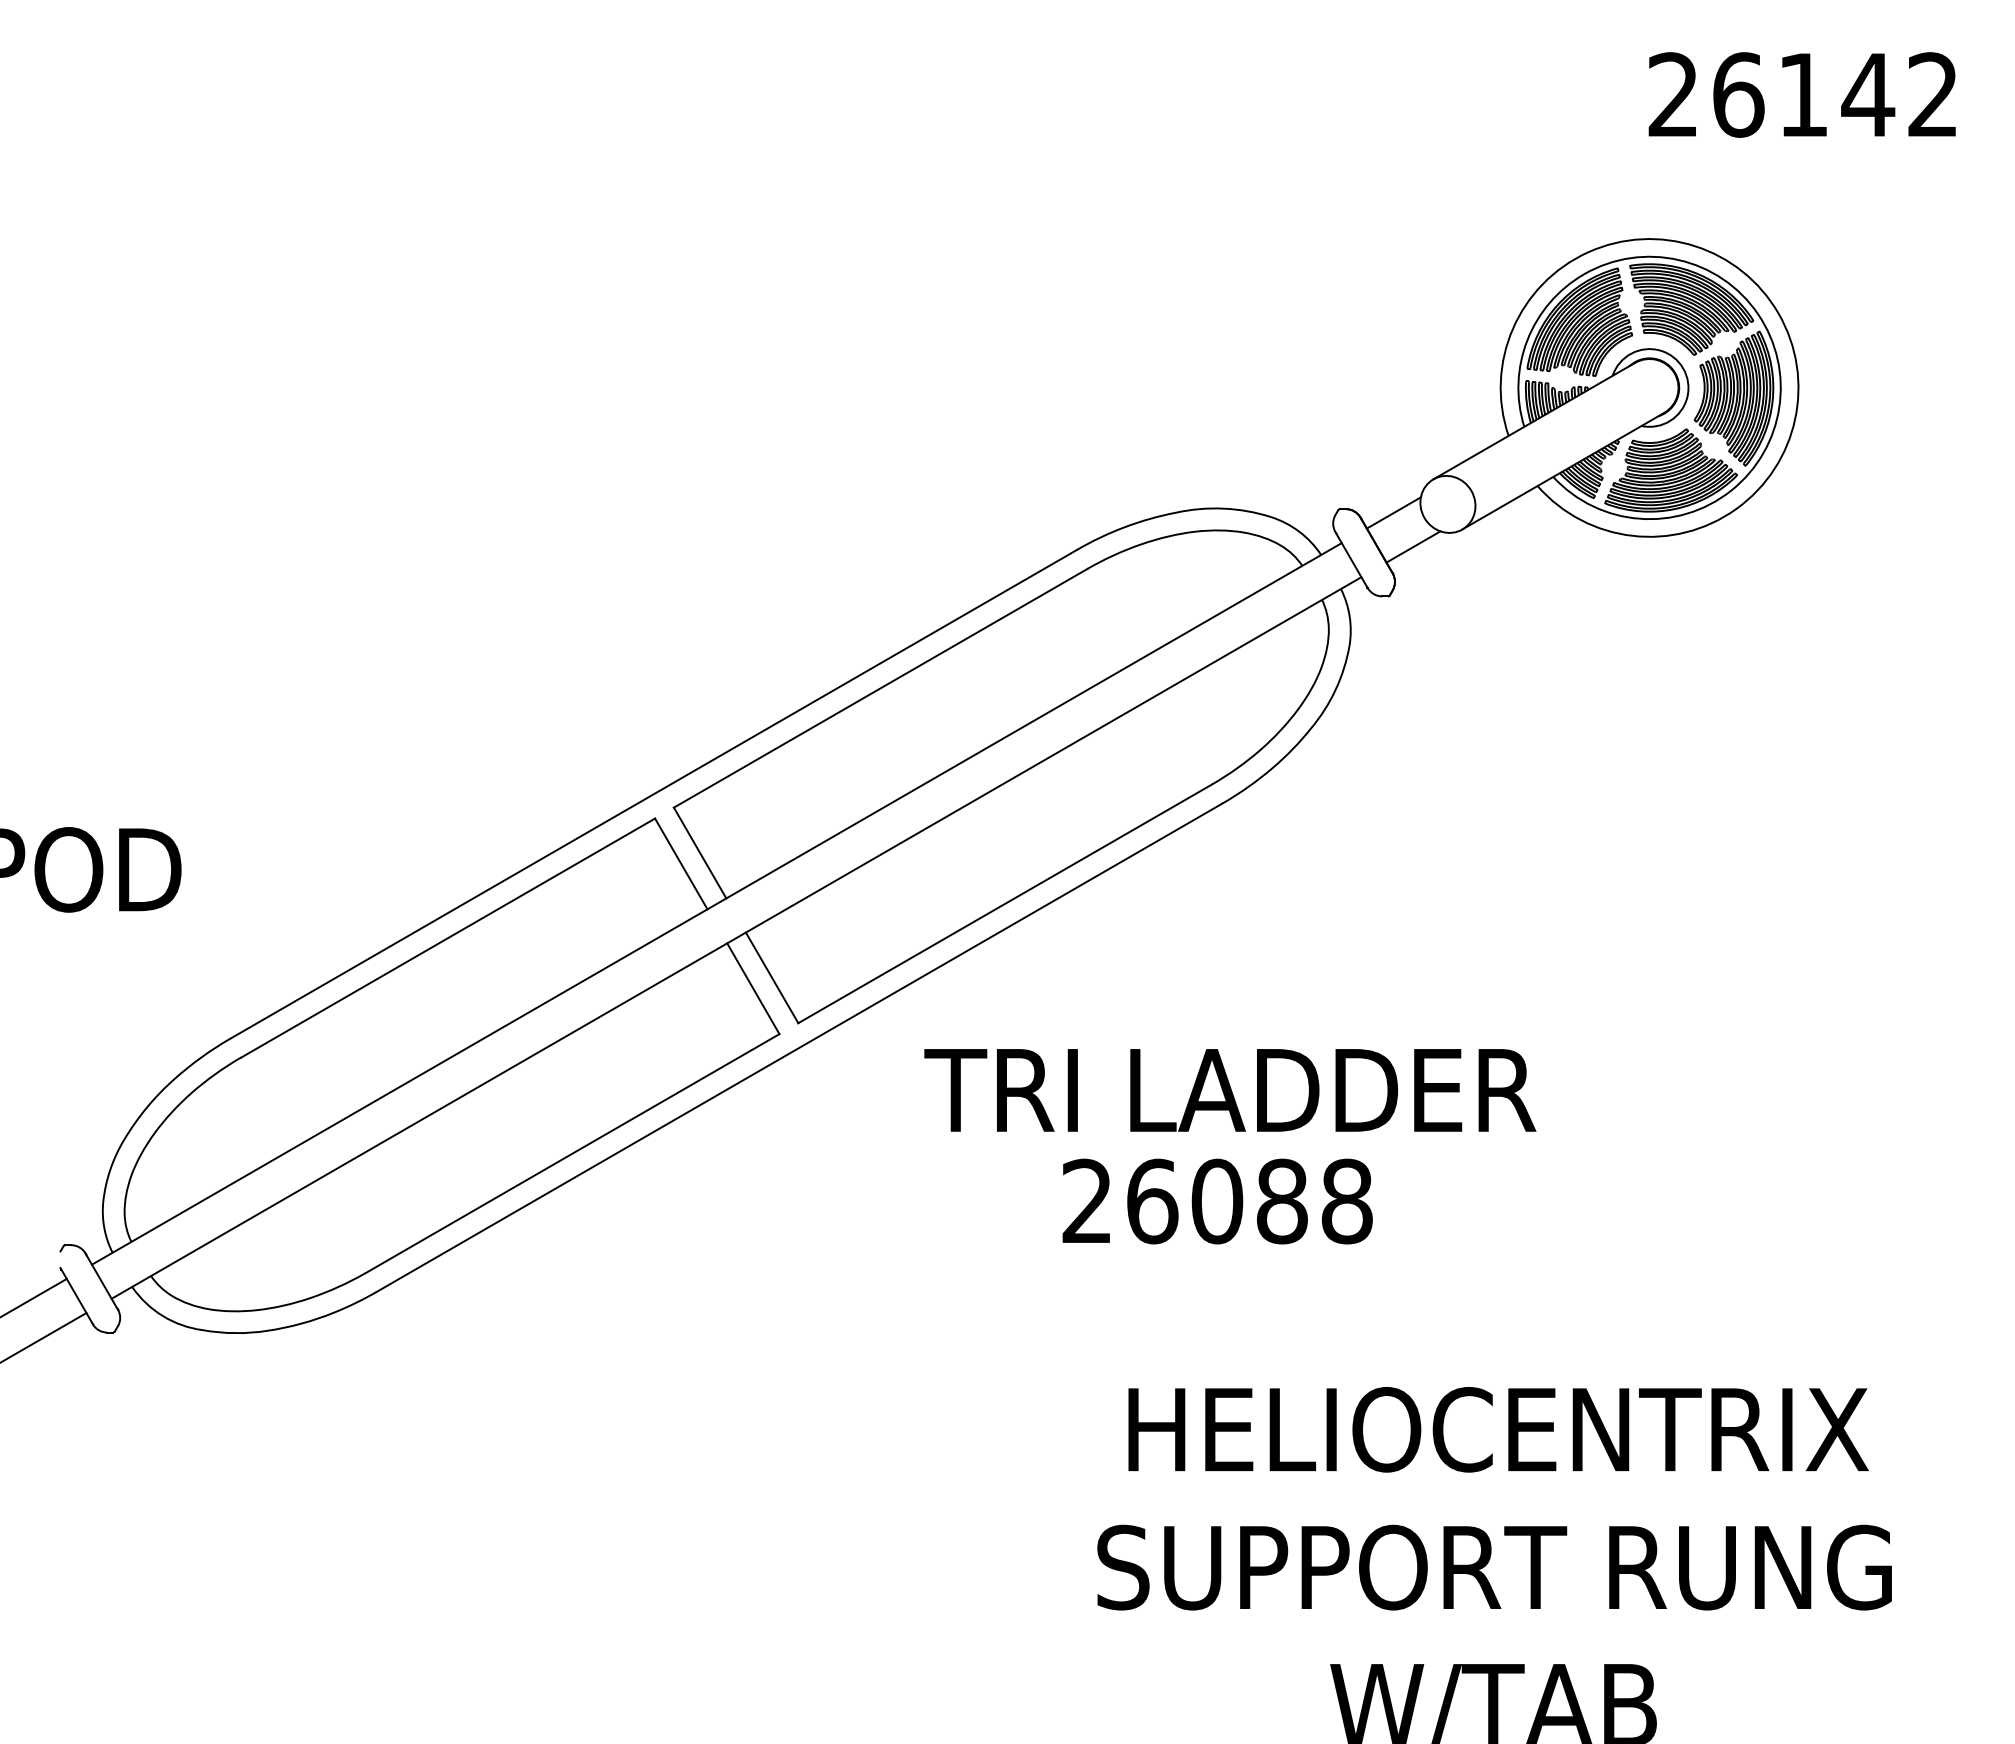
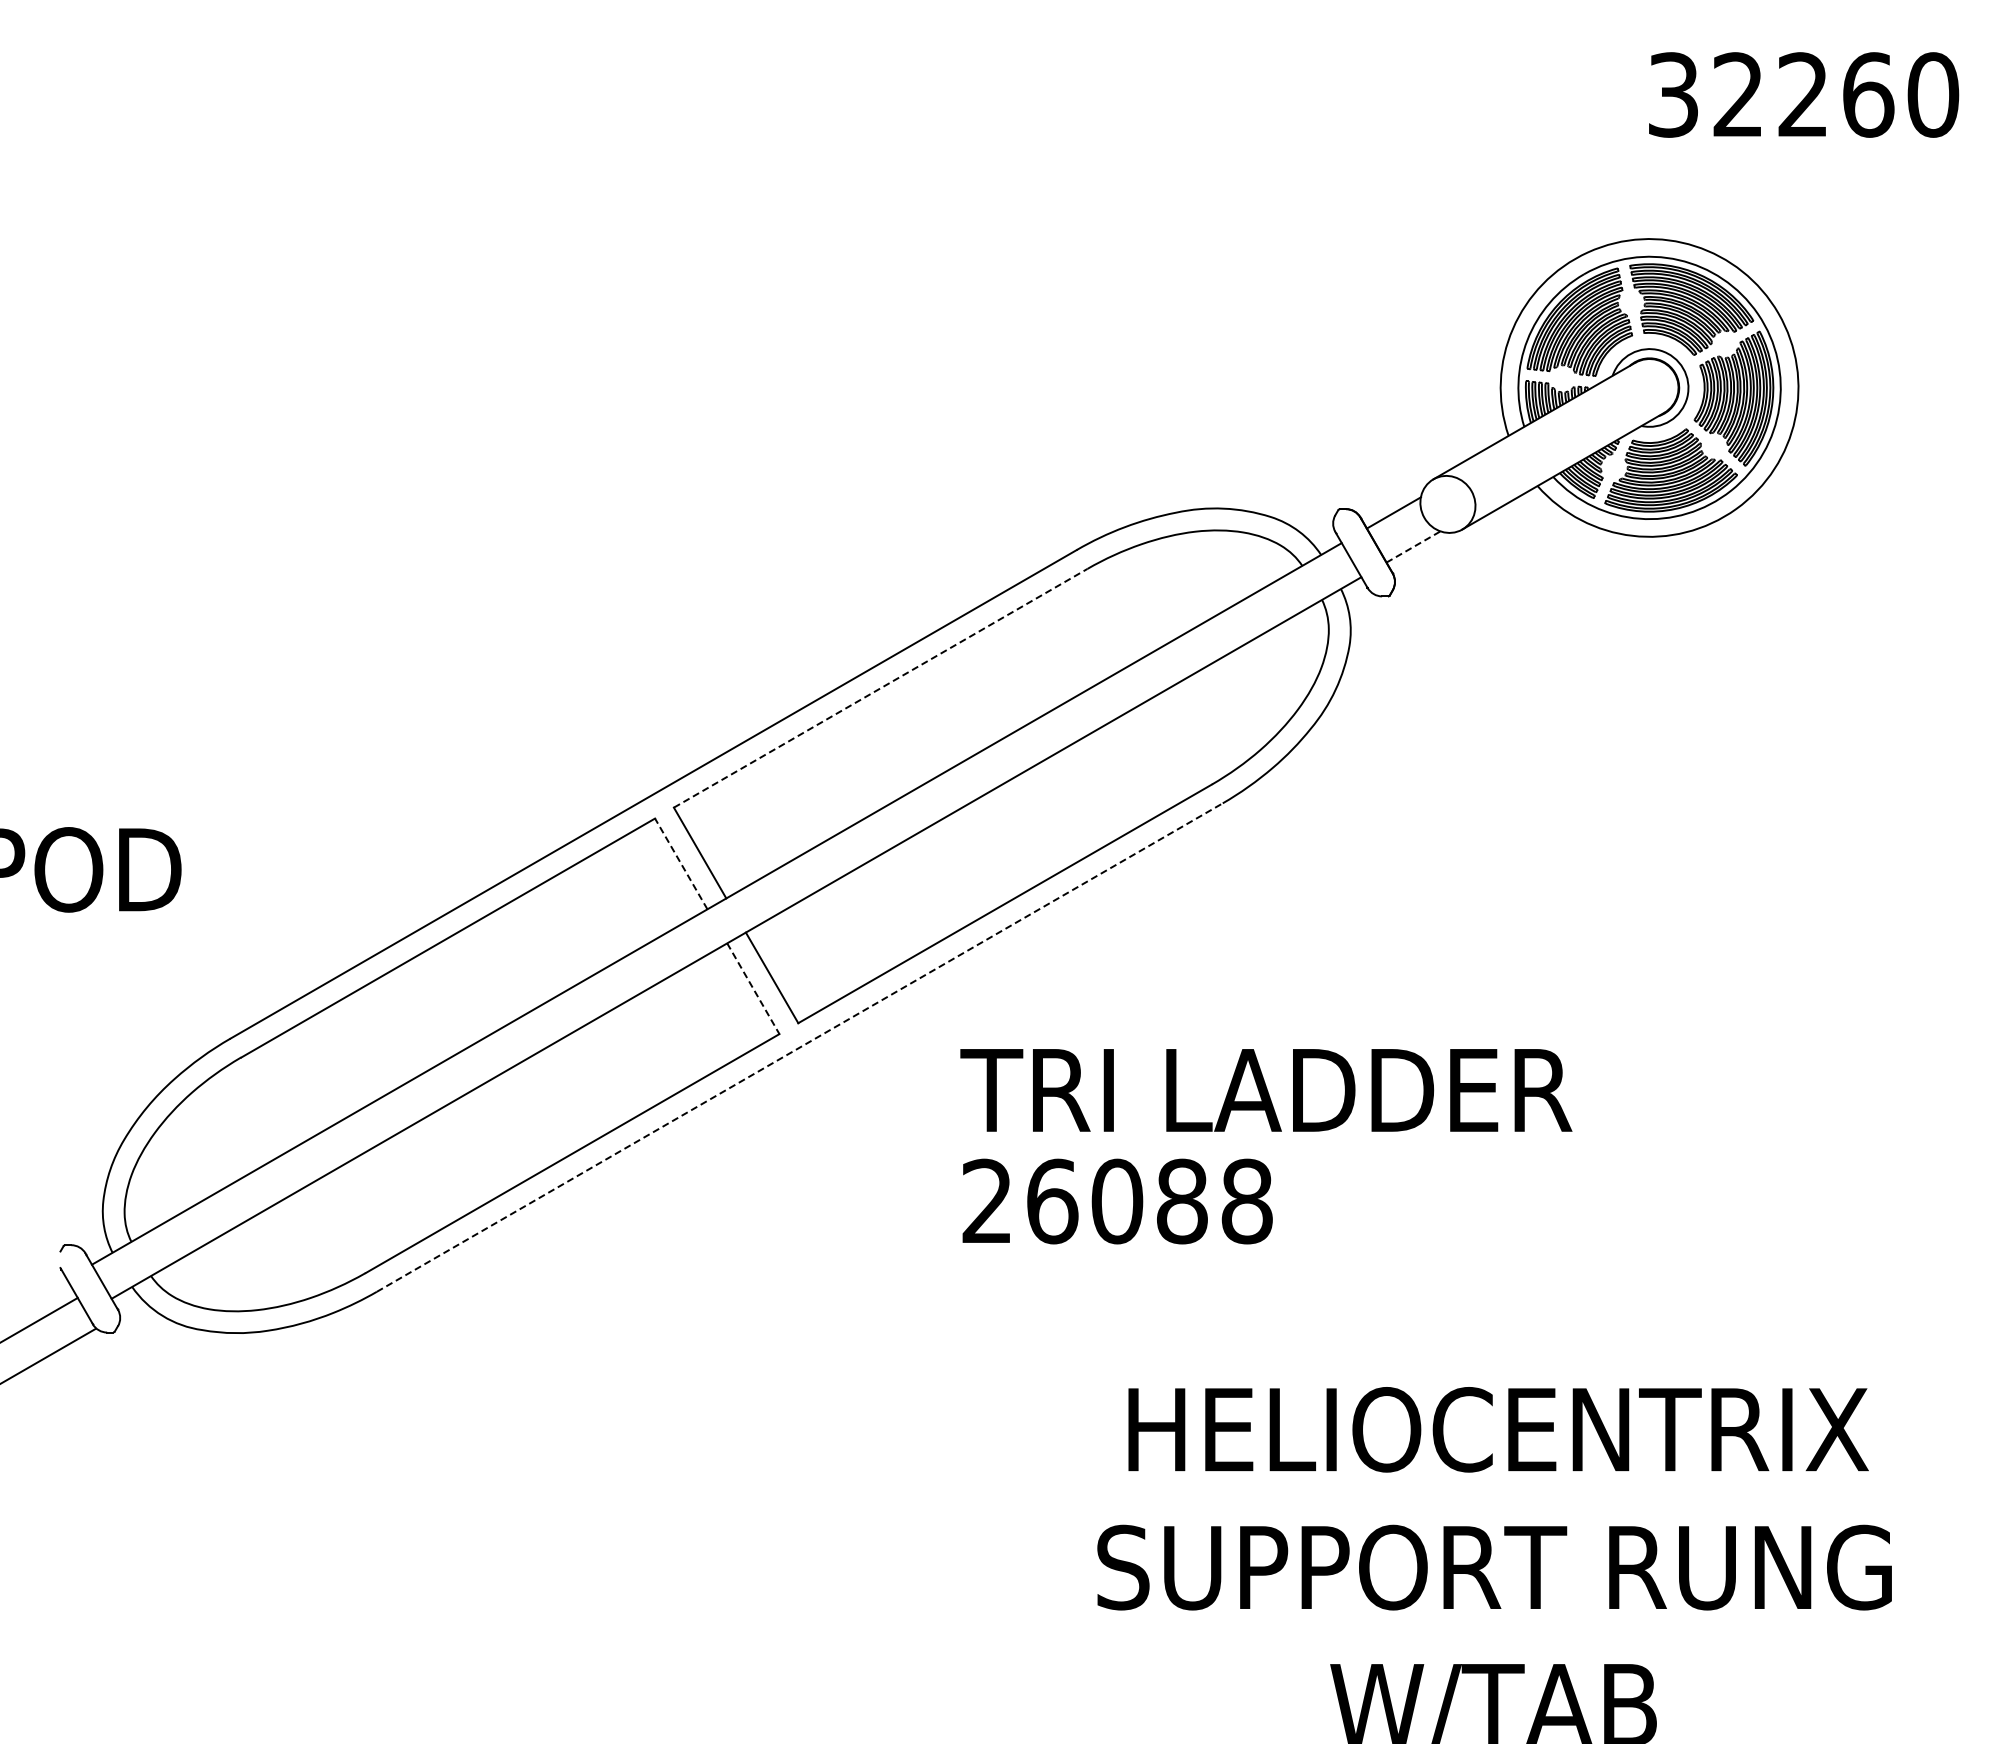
text at (1803, 94): 26142 -> 32260
line at (1413, 546): solid -> dashed
line at (880, 688): solid -> dashed
line at (681, 863): solid -> dashed
line at (753, 989): solid -> dashed
line at (800, 1047): solid -> dashed
text at (1230, 1090) position: (1230, 1090) -> (1266, 1090)
text at (1217, 1201) position: (1217, 1201) -> (1117, 1201)
line at (34, 1297) position: (34, 1297) -> (39, 1319)
line at (44, 1337) position: (44, 1337) -> (48, 1355)
